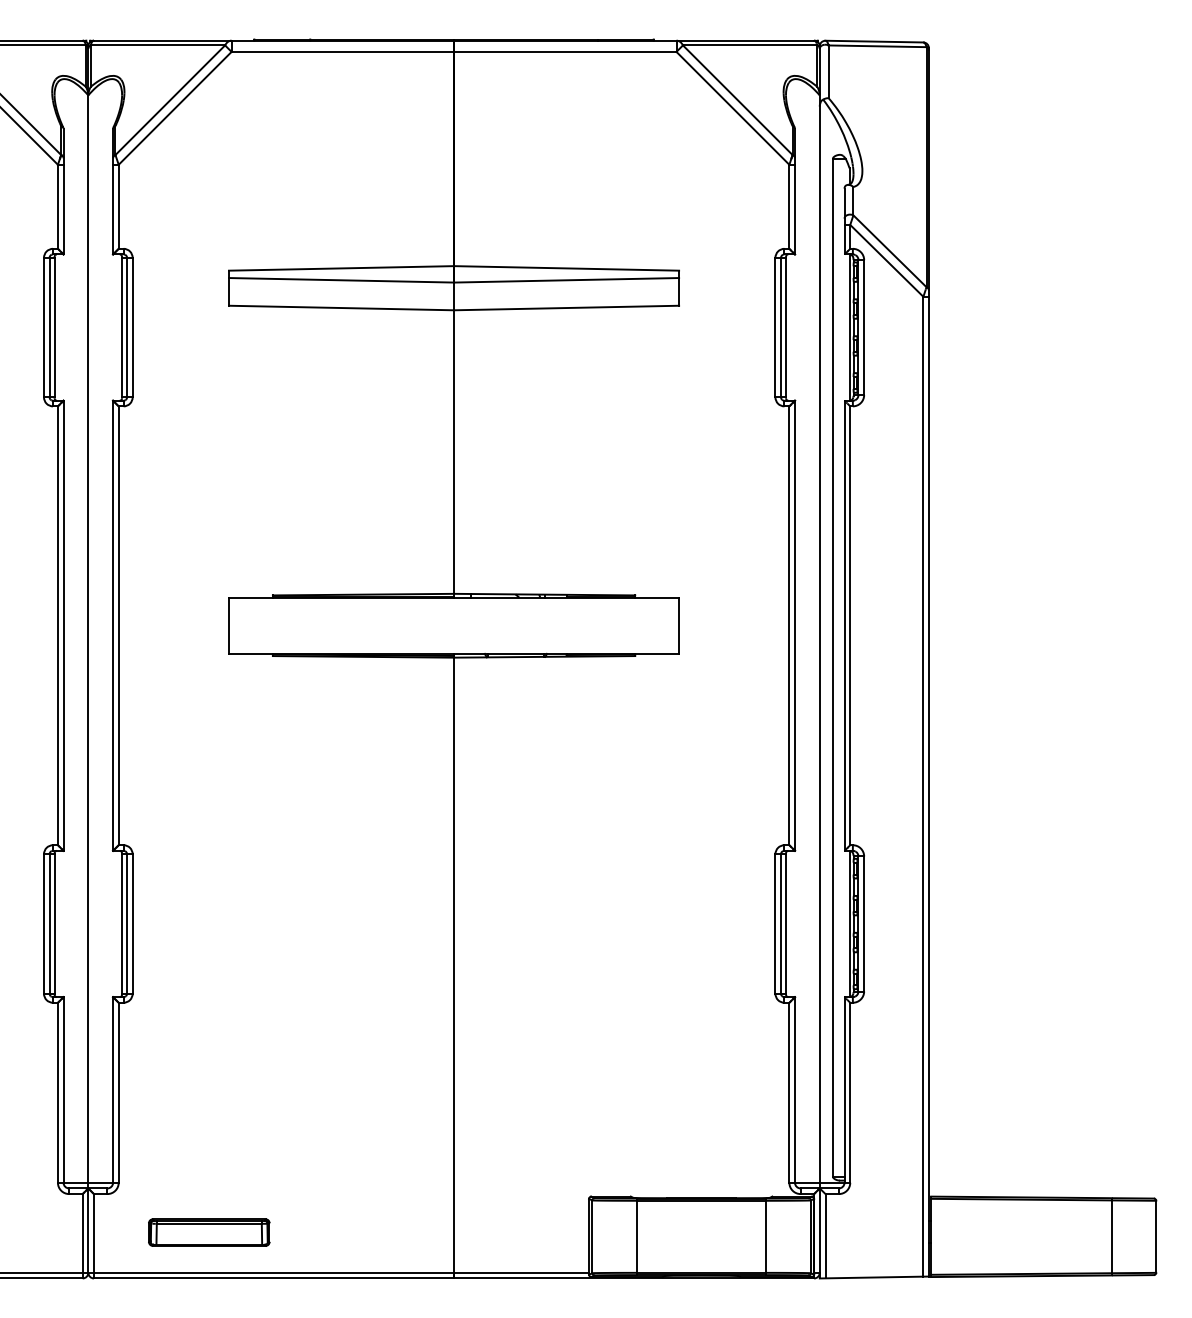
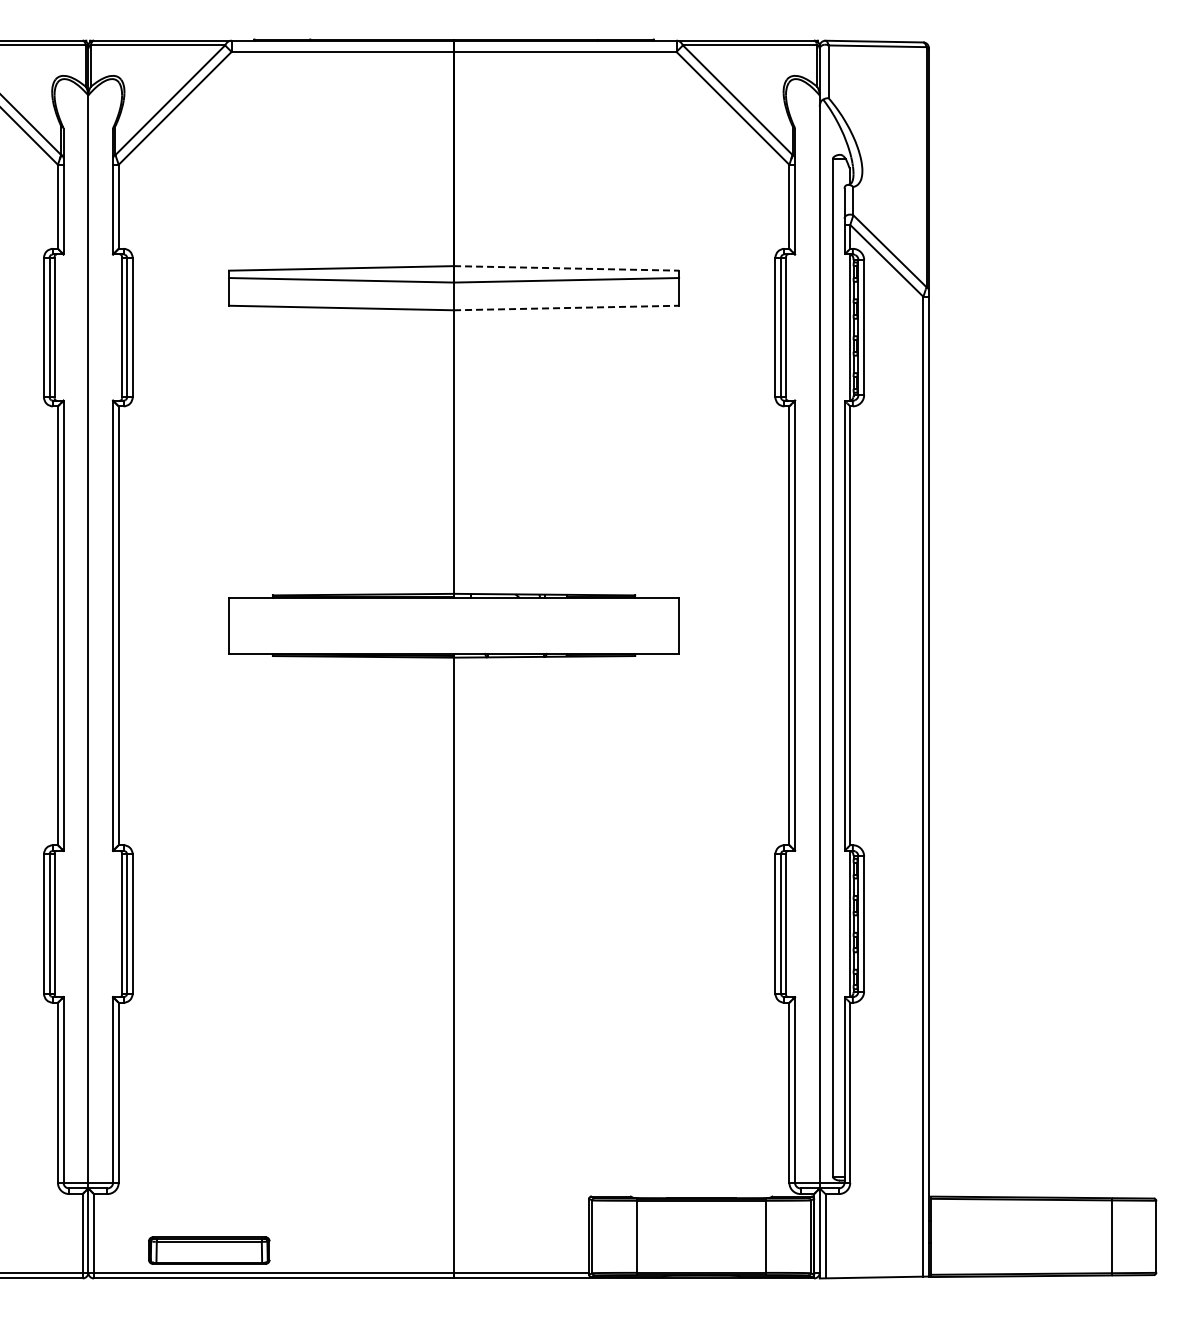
line at (566, 268): solid -> dashed
line at (566, 308): solid -> dashed
part at (209, 1232) position: (209, 1232) -> (209, 1250)
